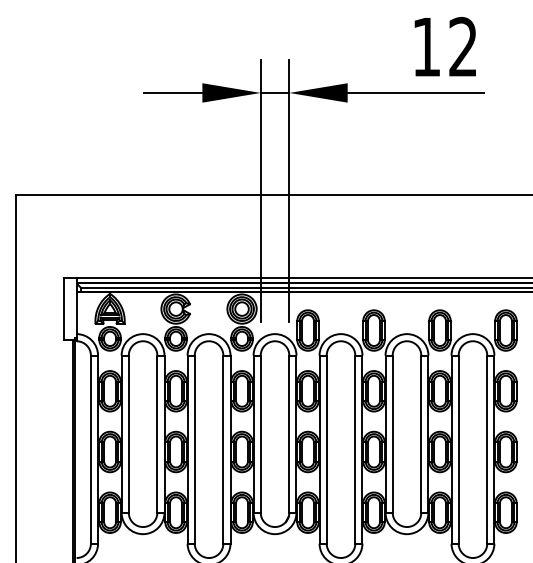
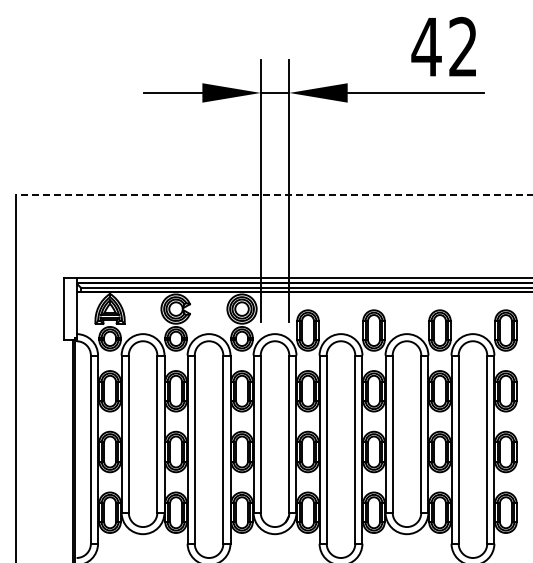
text at (426, 47): 12 -> 42
line at (273, 194): solid -> dashed
